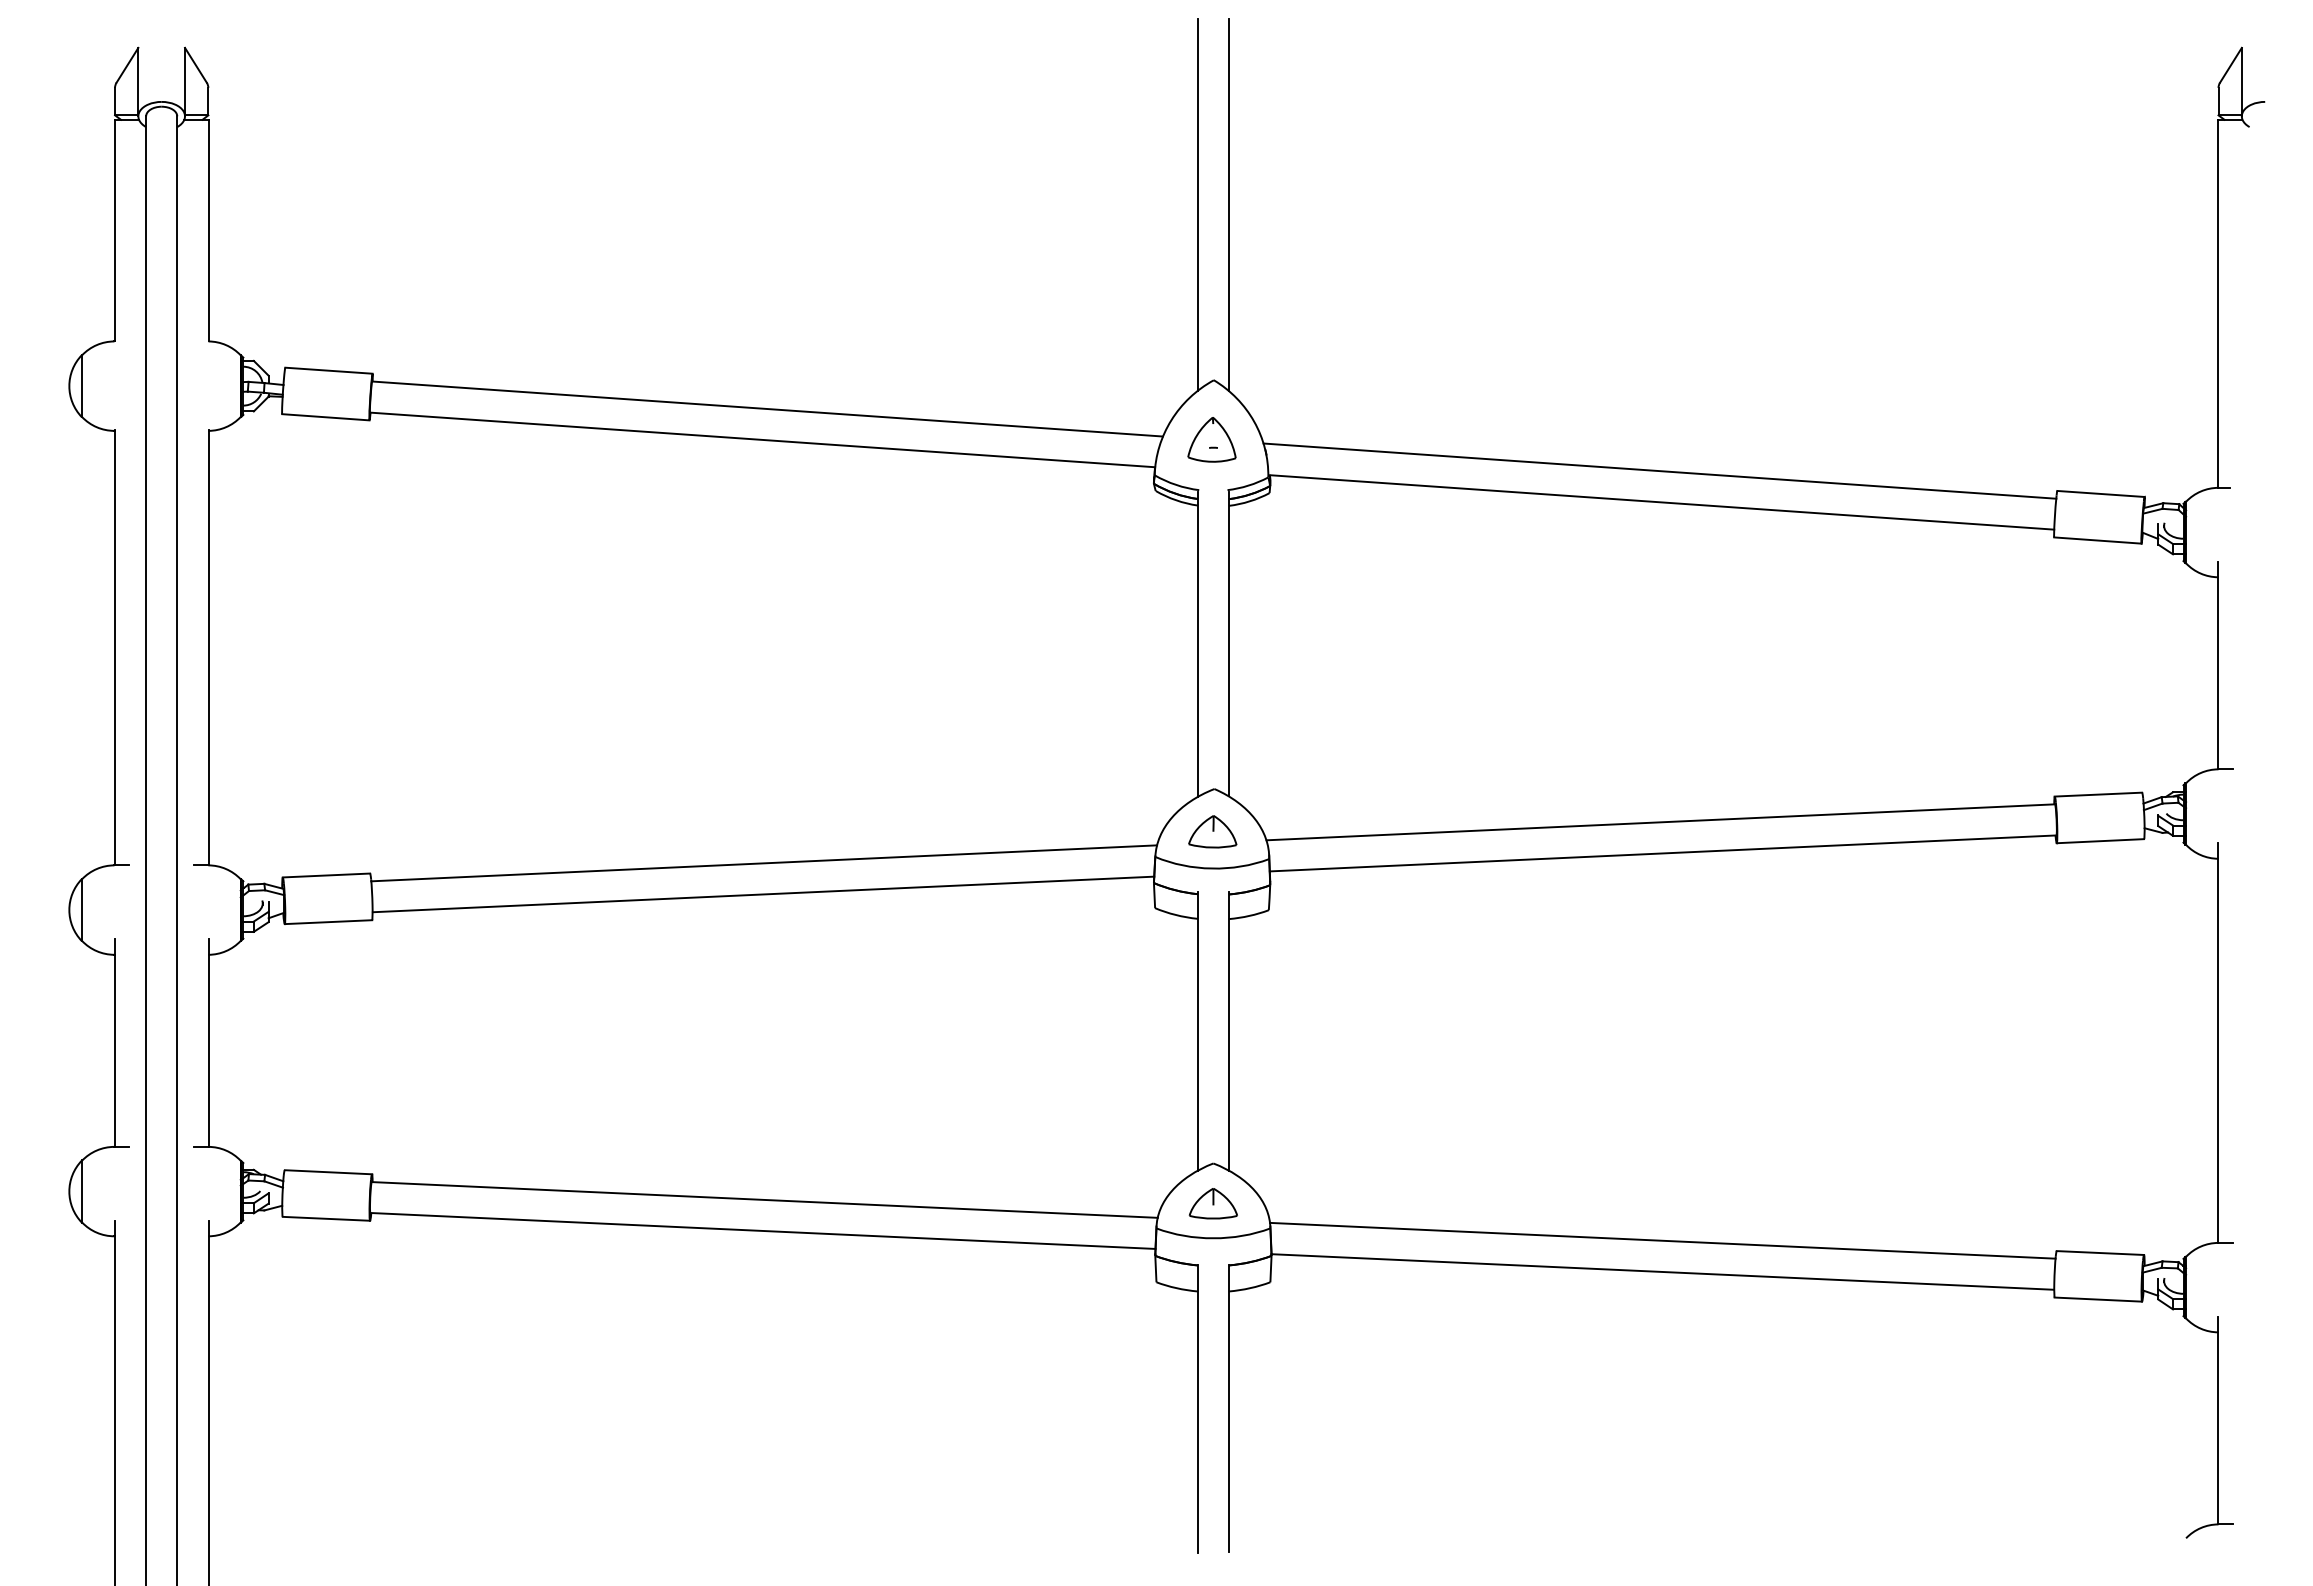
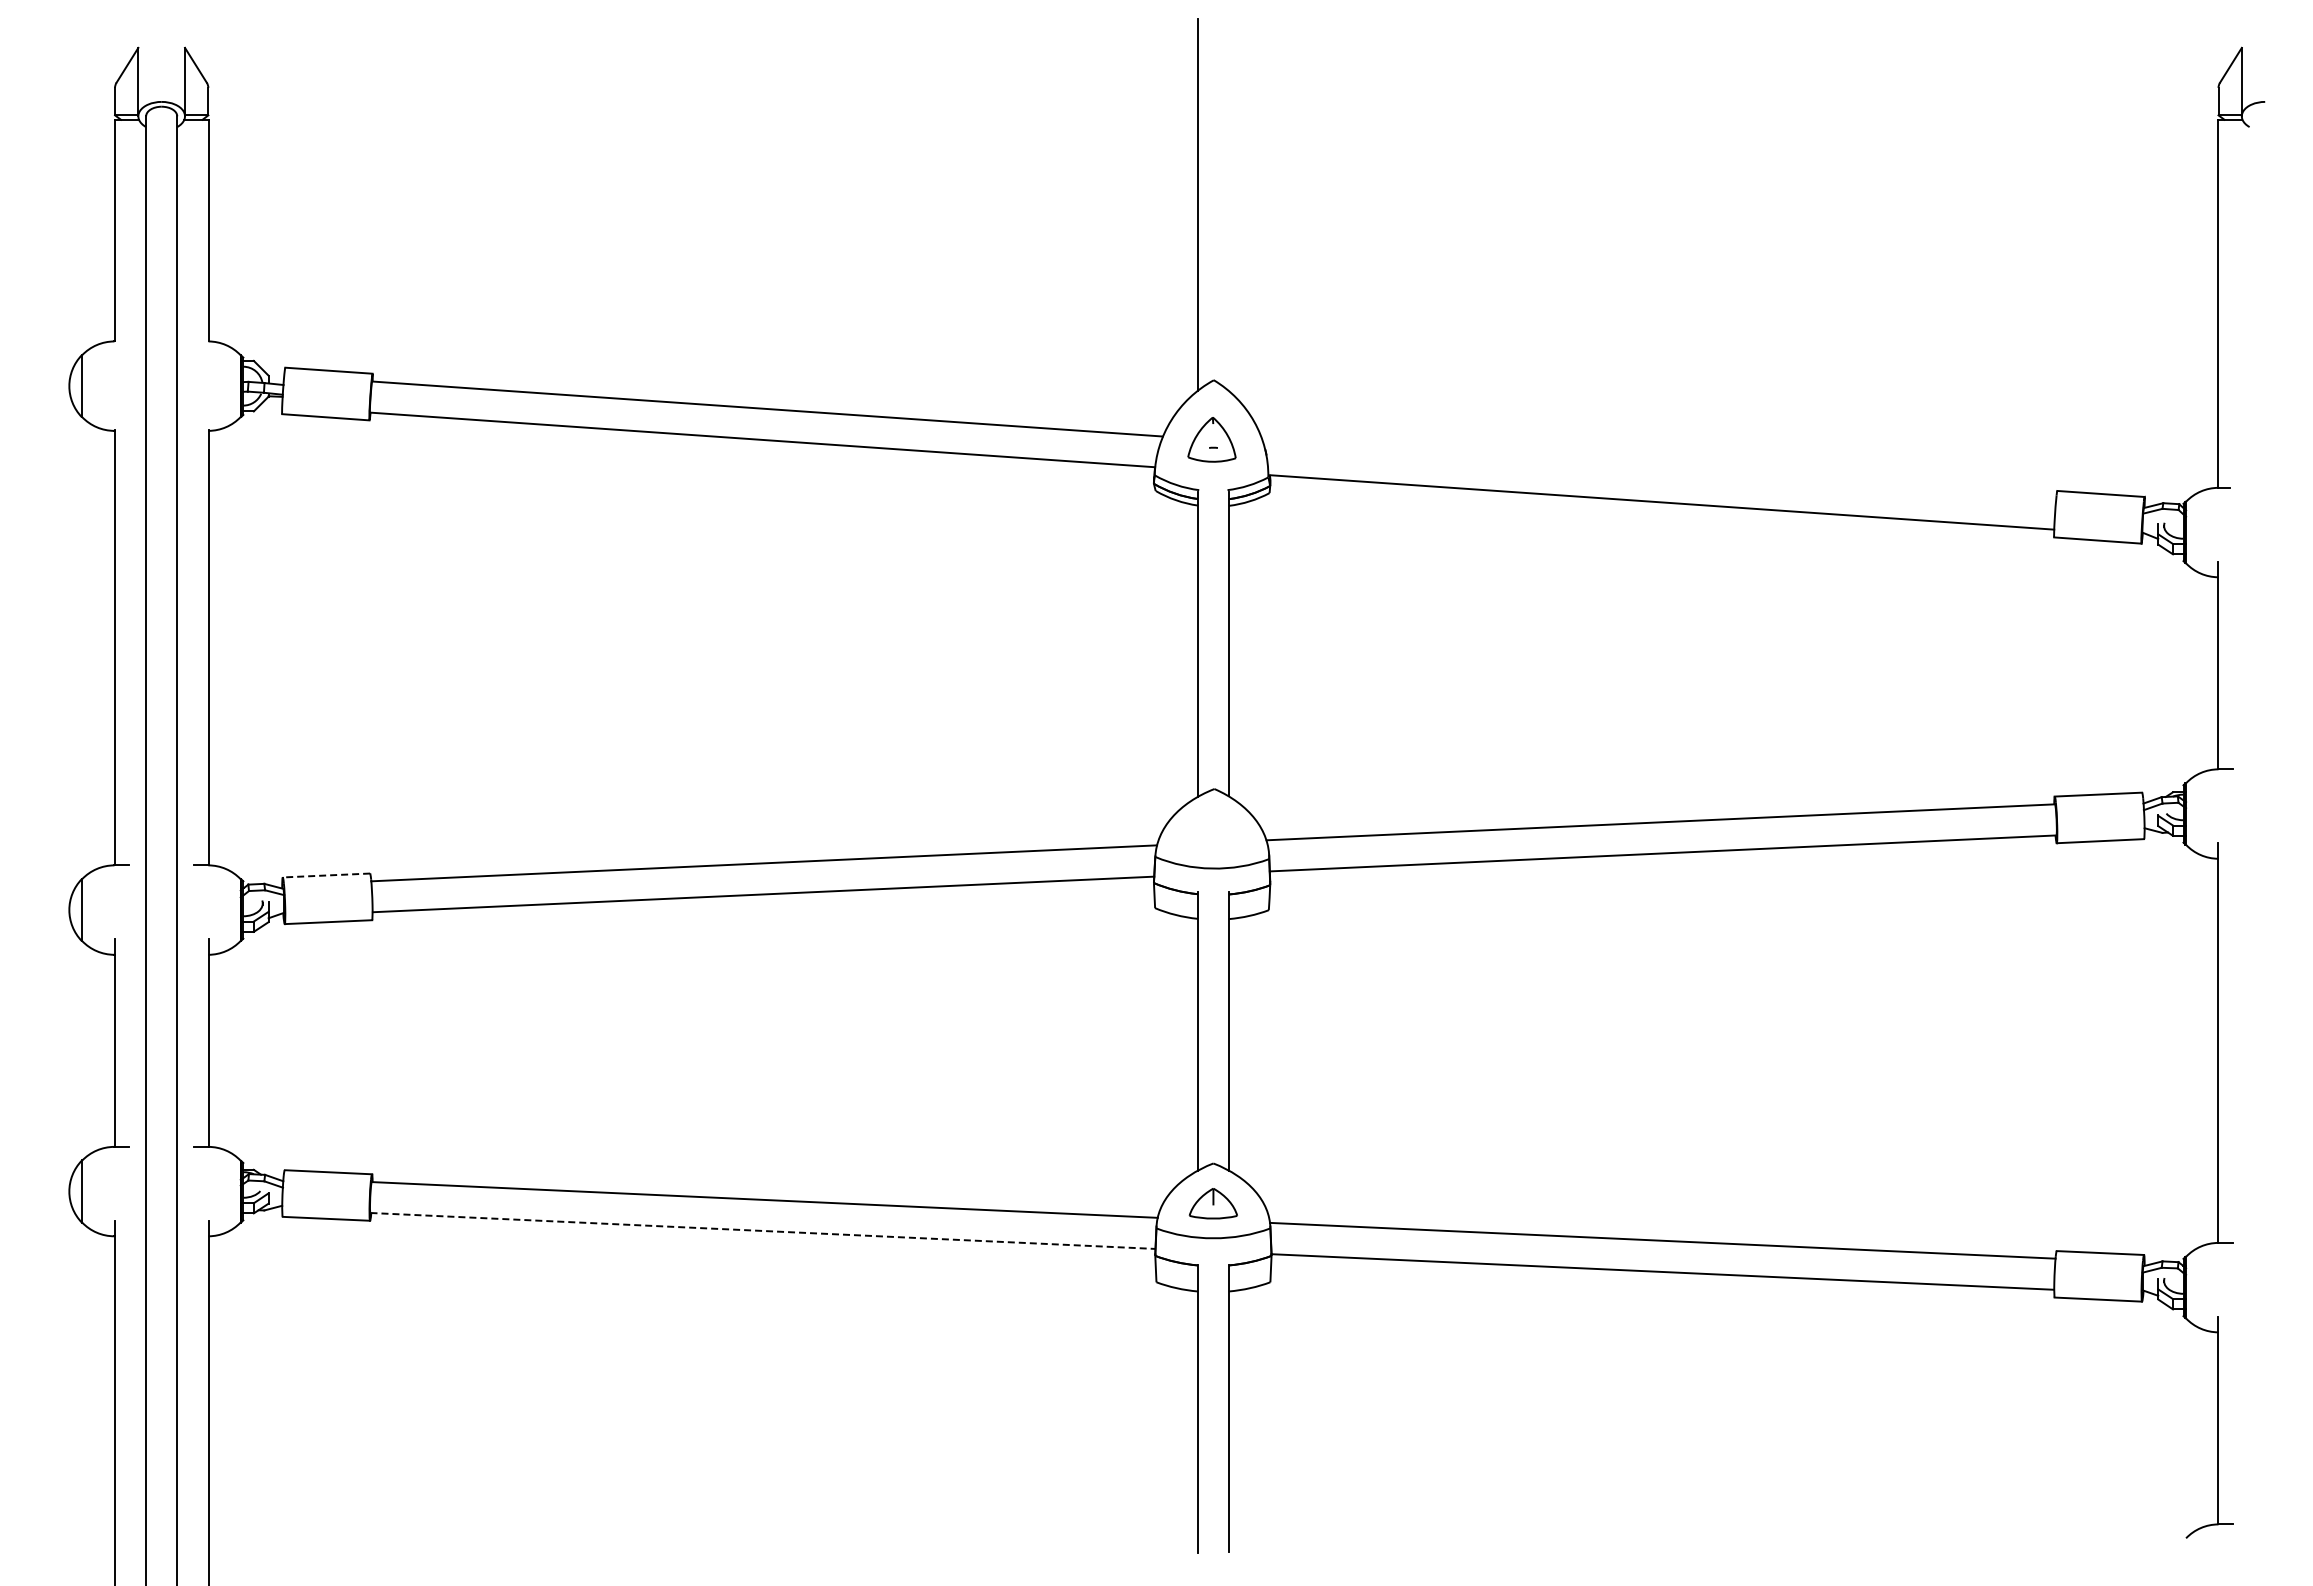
line at (1228, 205): present -> none
line at (1659, 470): present -> none
part at (1212, 831): present -> none
line at (326, 875): solid -> dashed
line at (762, 1230): solid -> dashed
